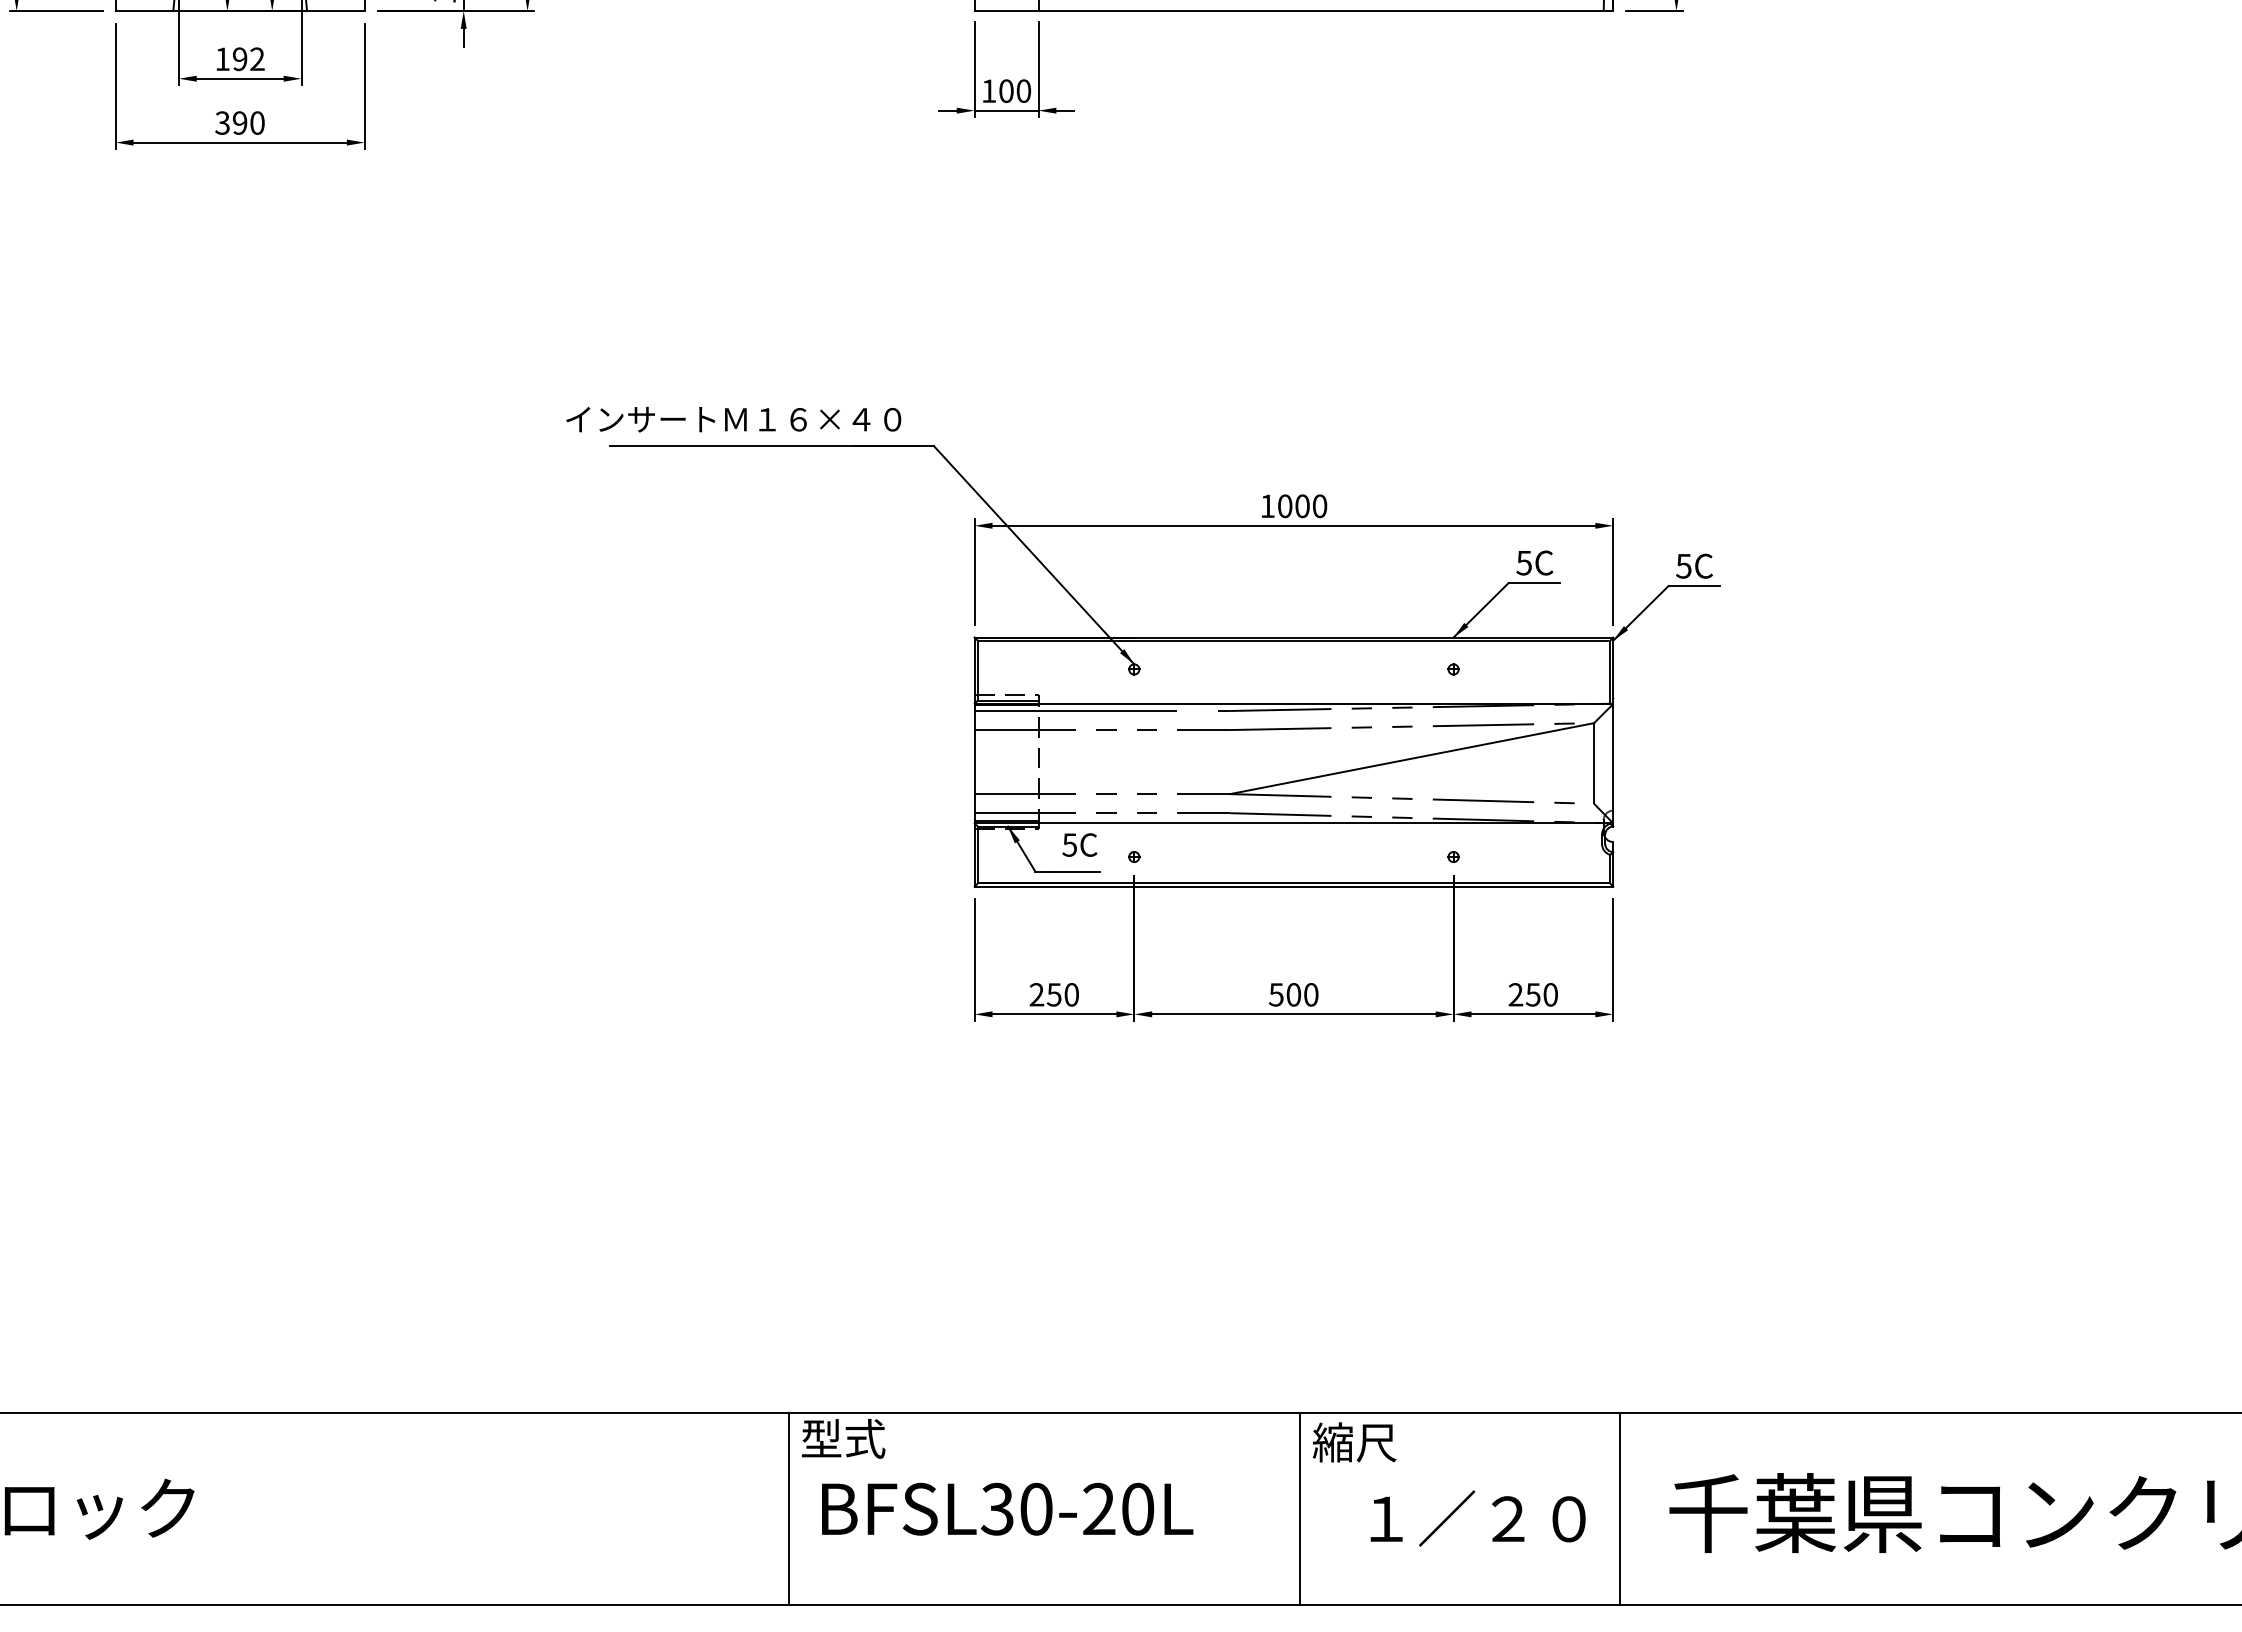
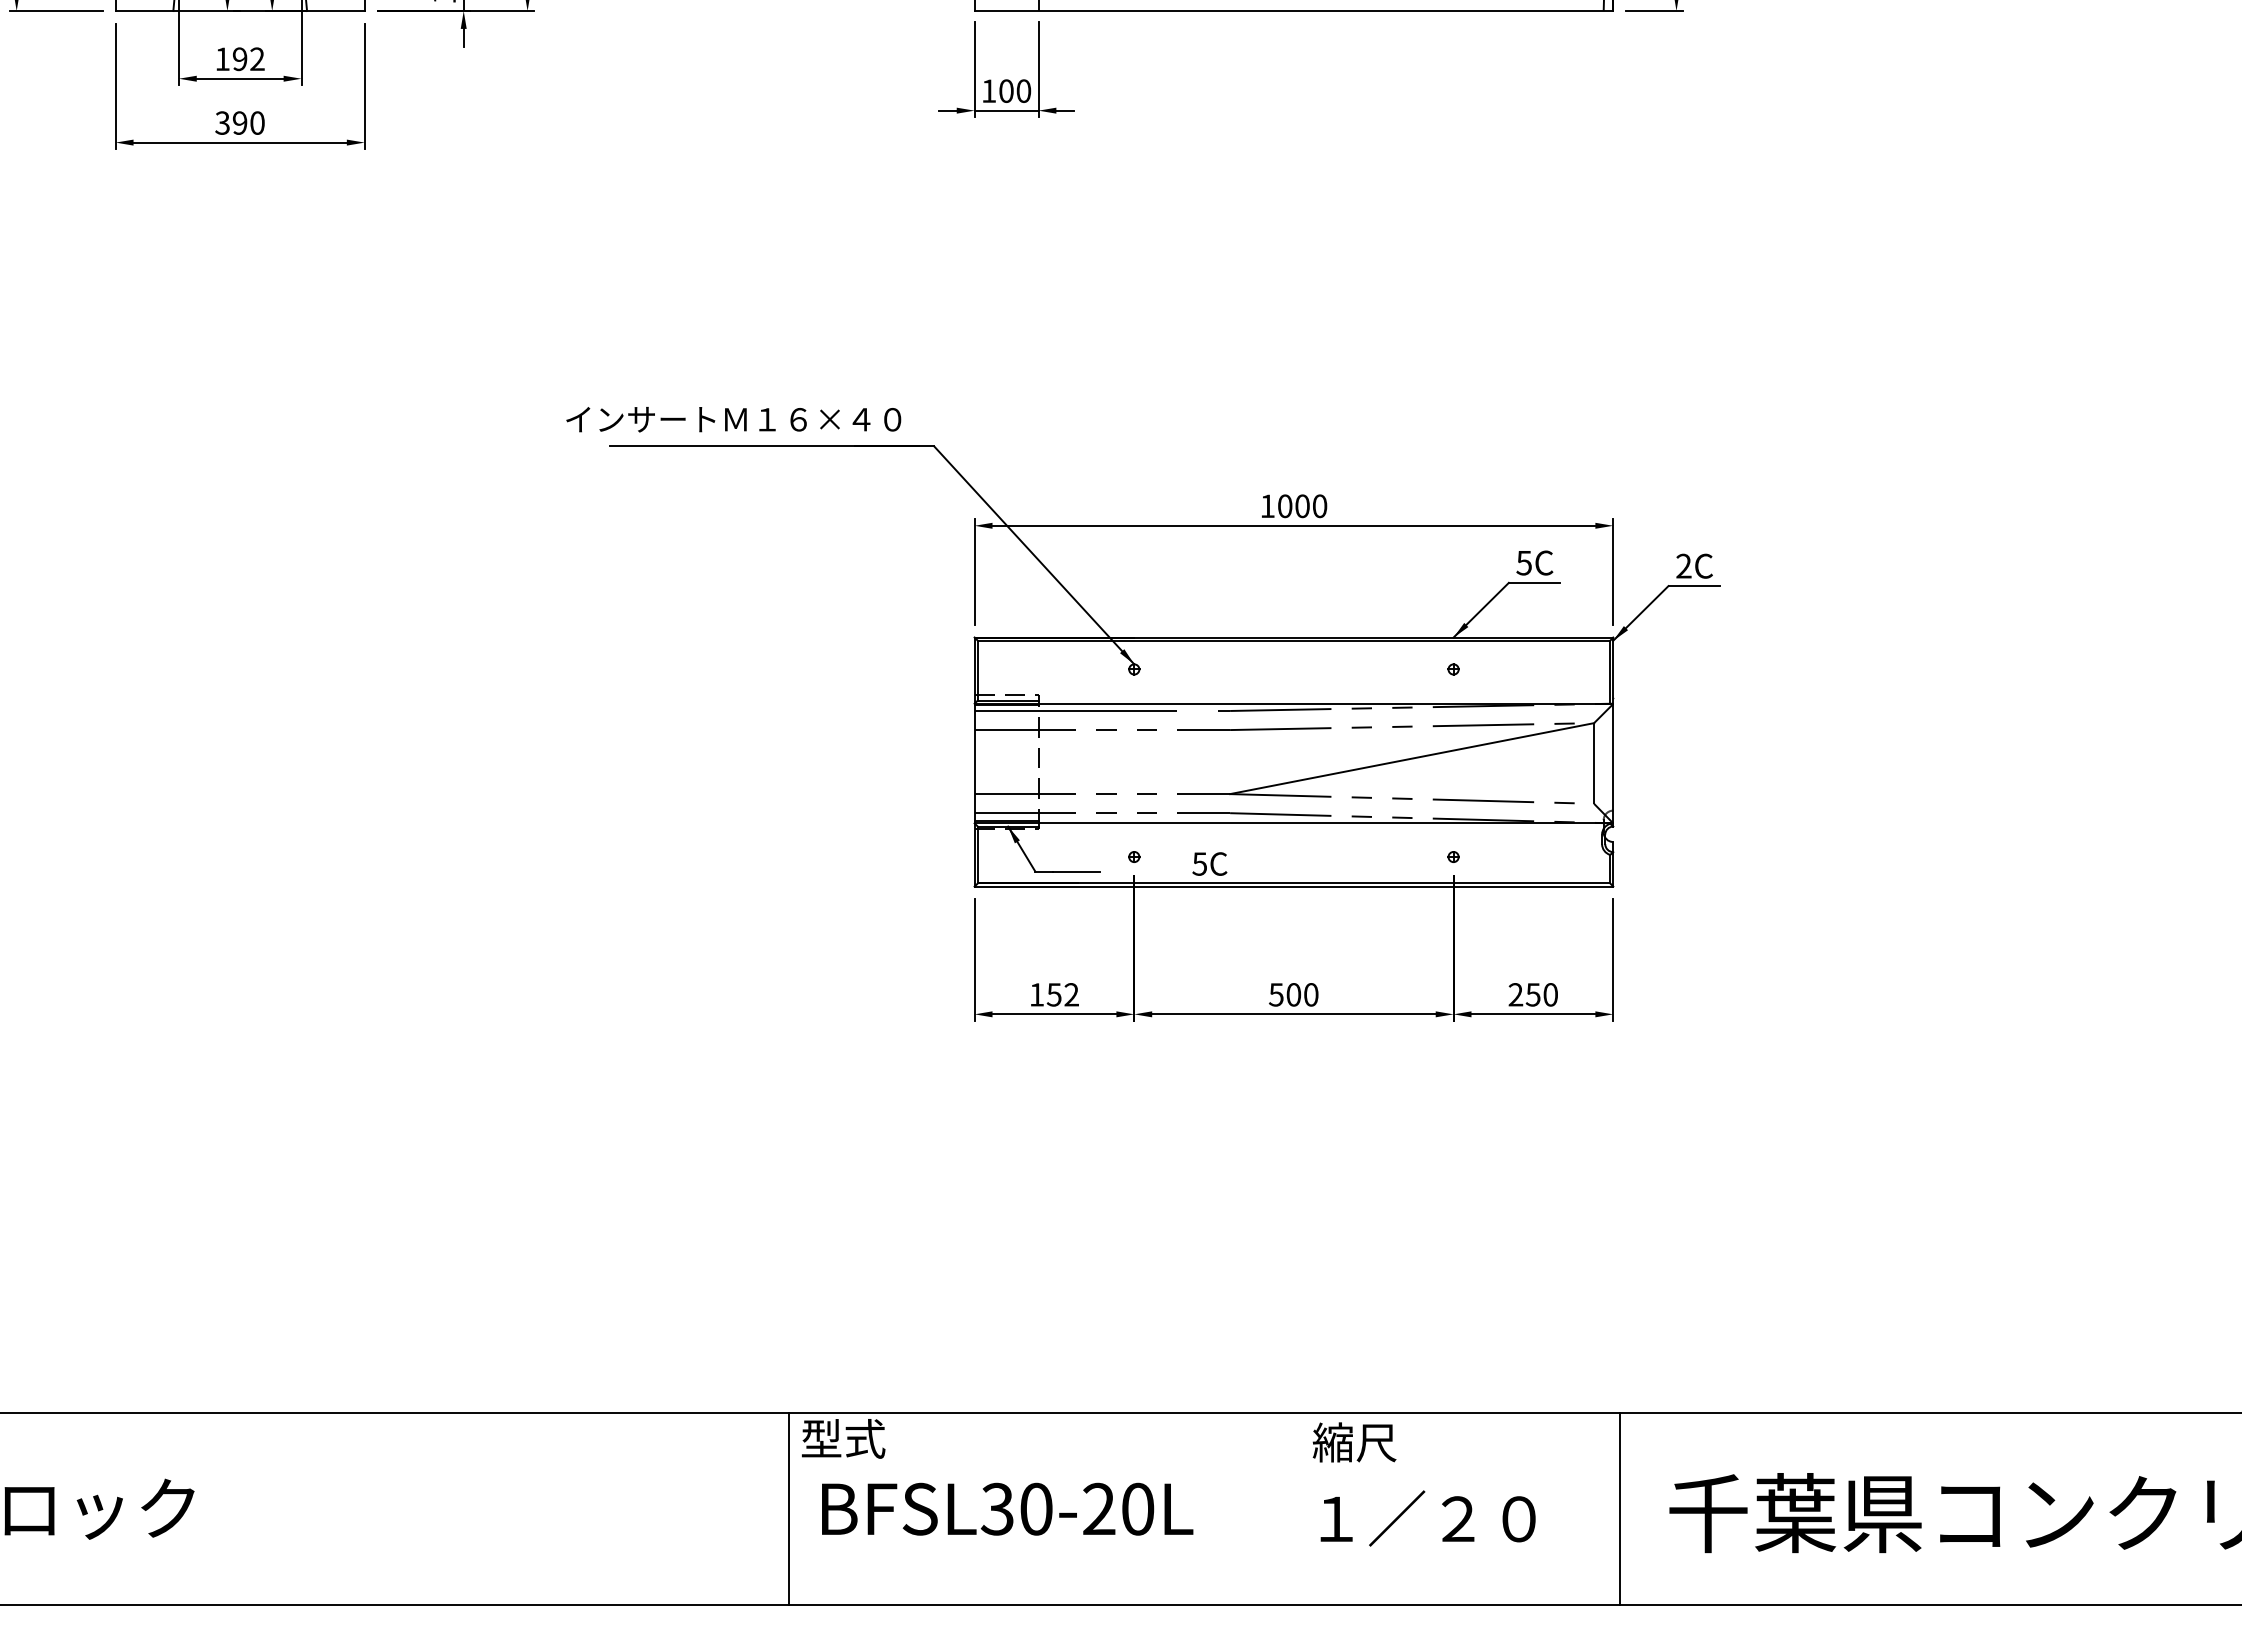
text at (1683, 565): 5C -> 2C
text at (1079, 844) position: (1079, 844) -> (1209, 863)
text at (1053, 994): 250 -> 152
line at (1300, 1509): present -> none
text at (1477, 1518) position: (1477, 1518) -> (1427, 1518)
